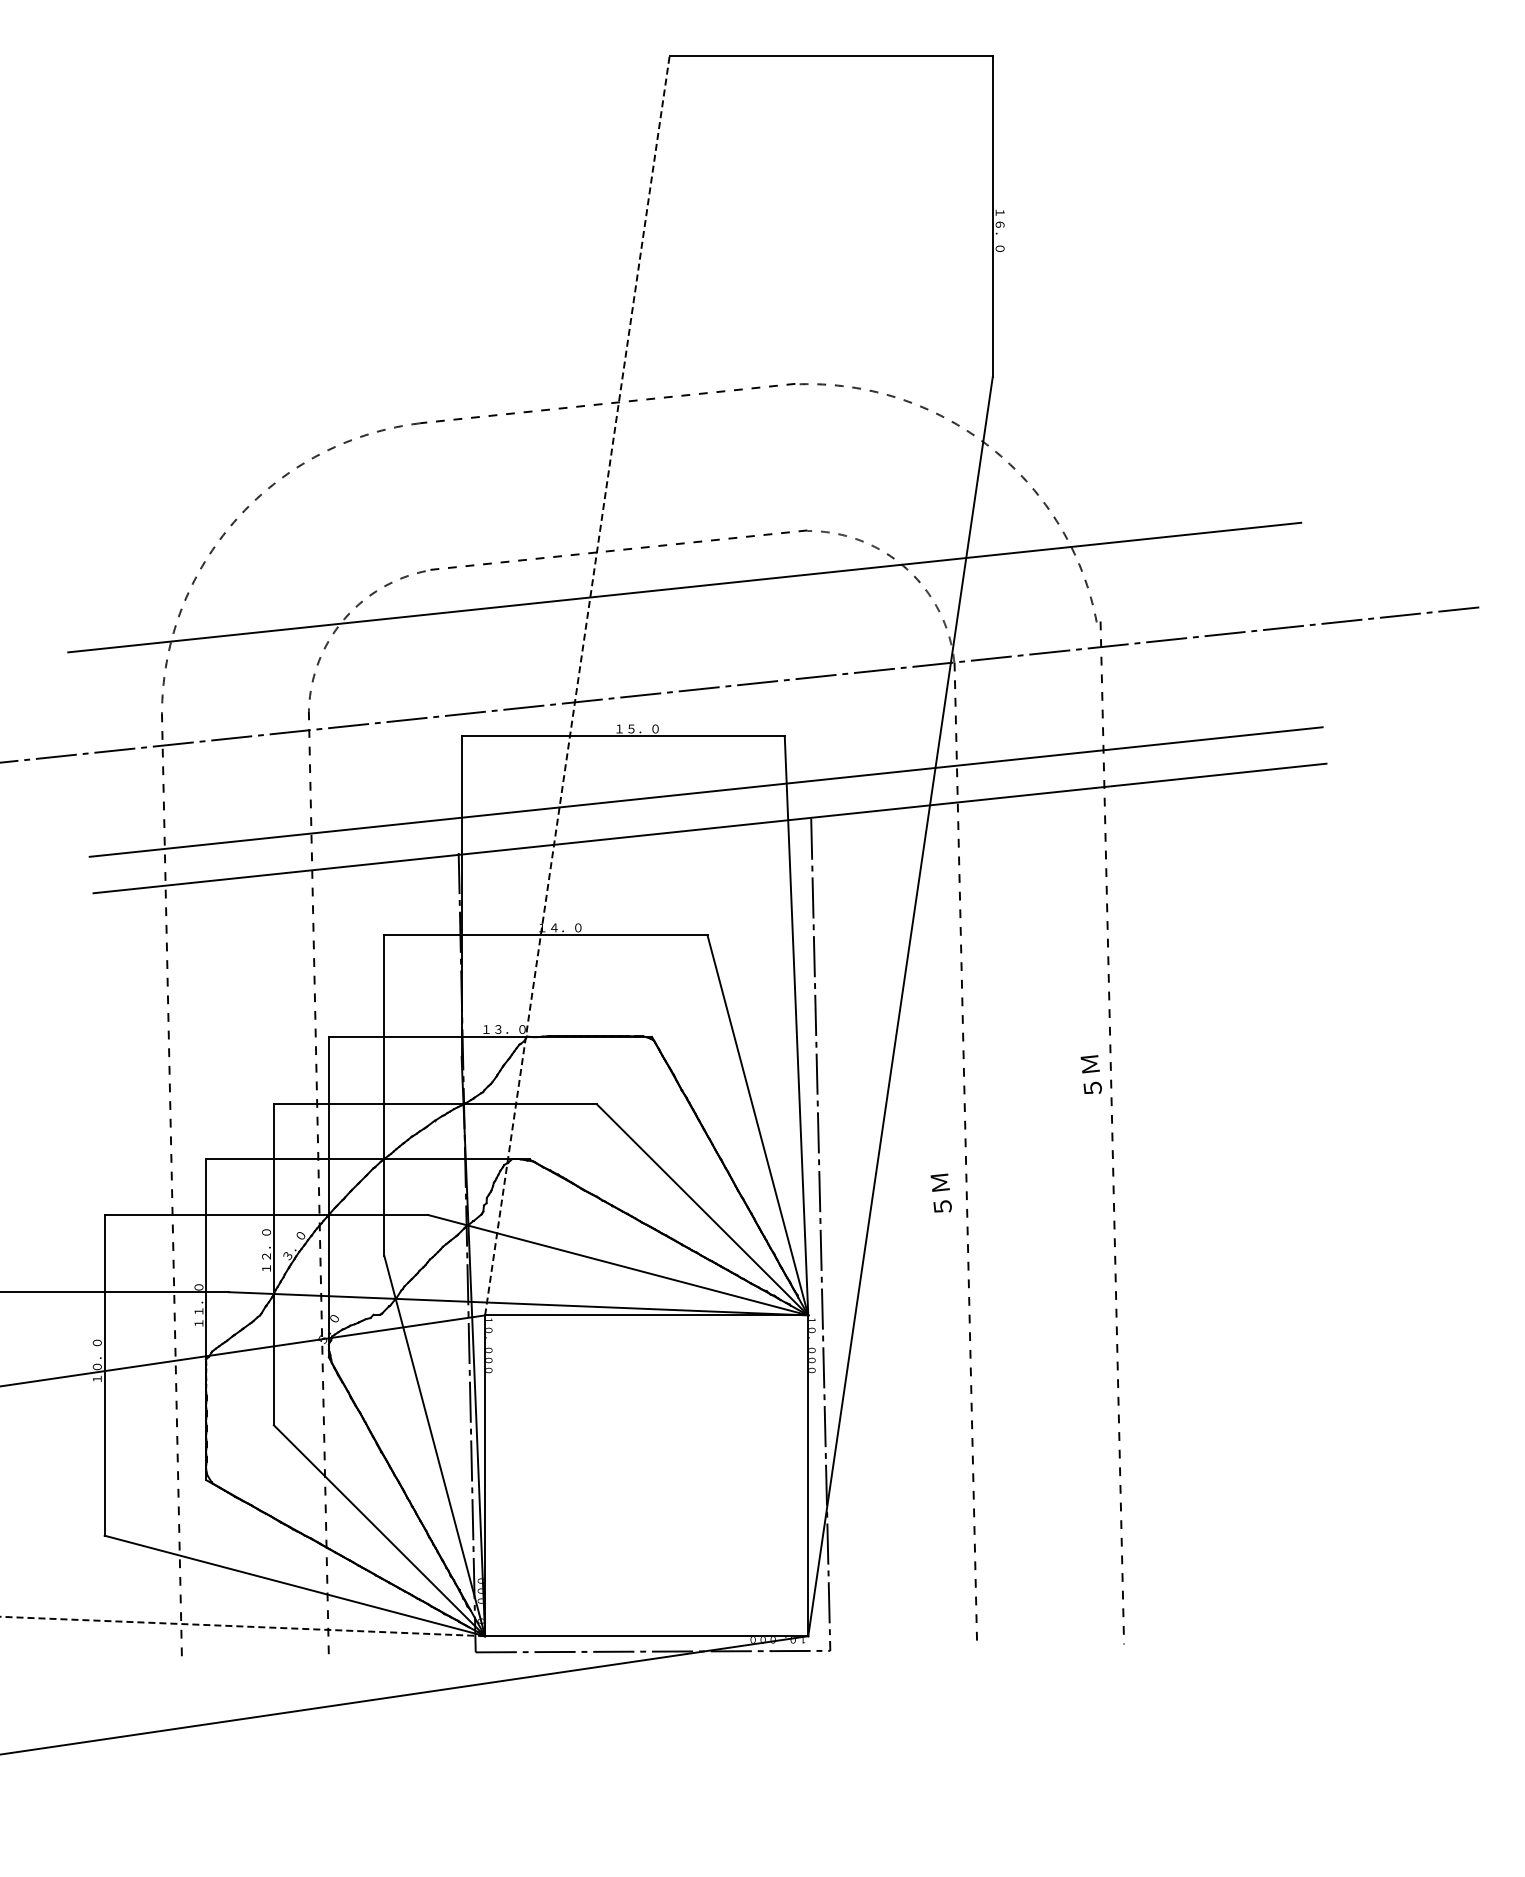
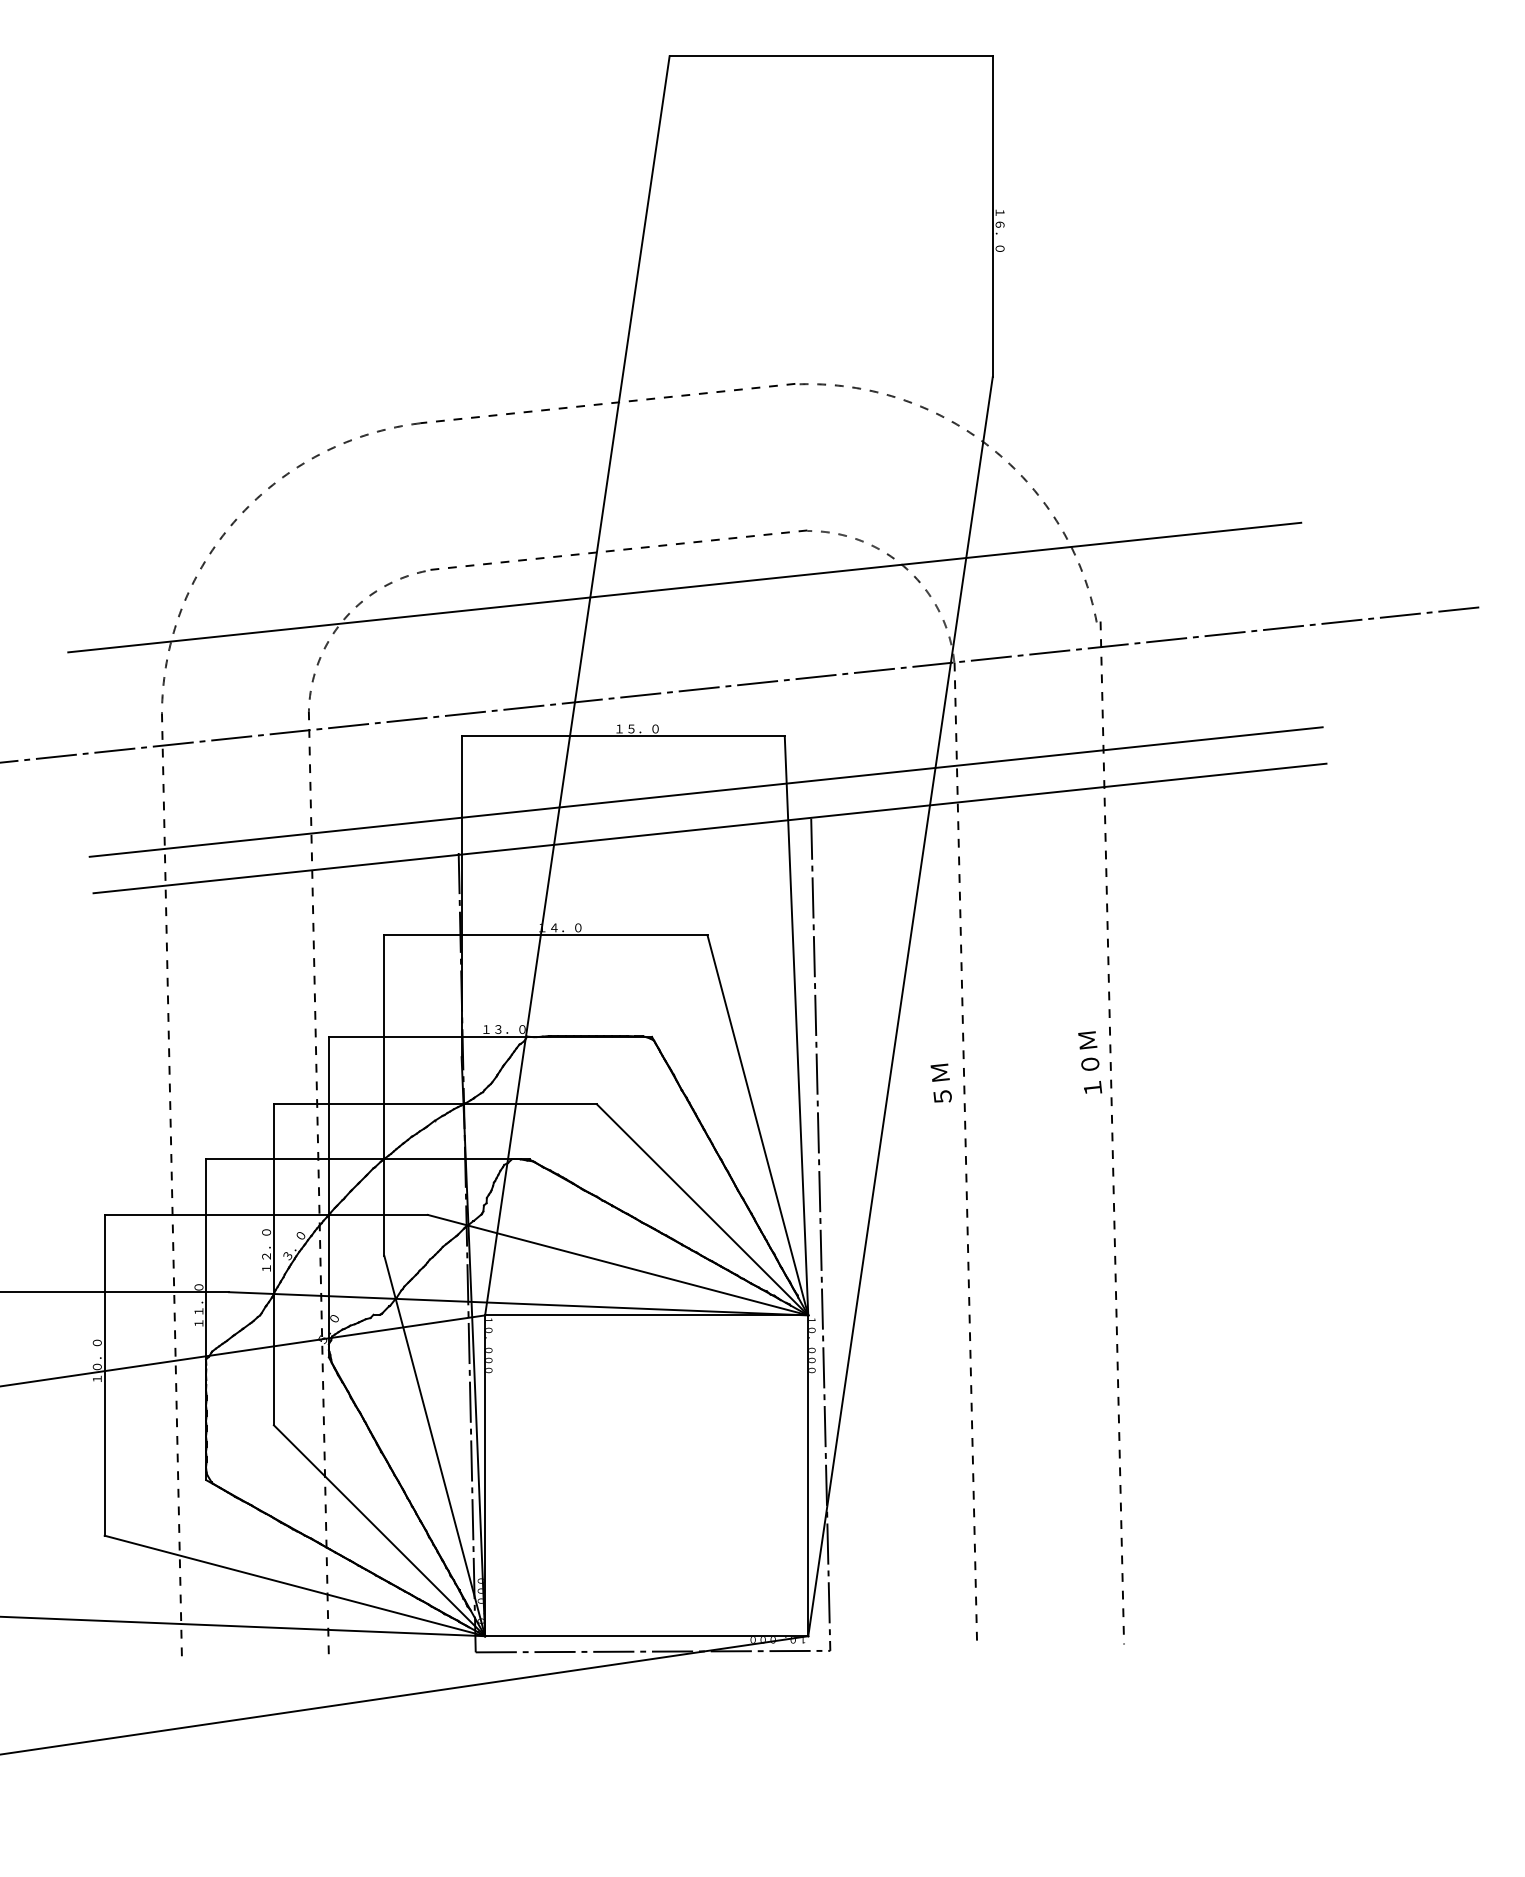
line at (577, 685): dashed -> solid
text at (1090, 1062): ５Ｍ -> １０Ｍ
text at (940, 1192) position: (940, 1192) -> (940, 1082)
line at (242, 1626): dashed -> solid
